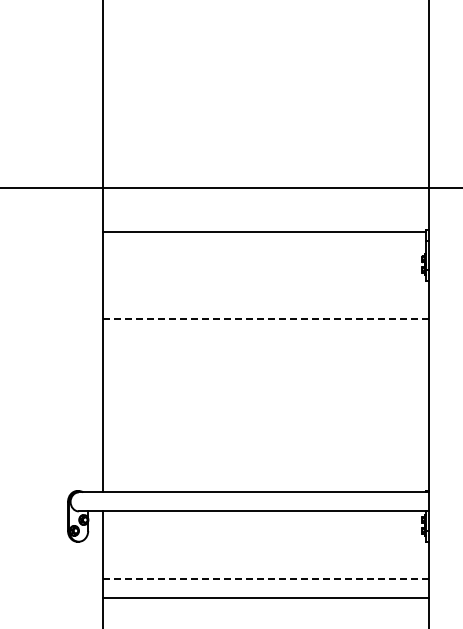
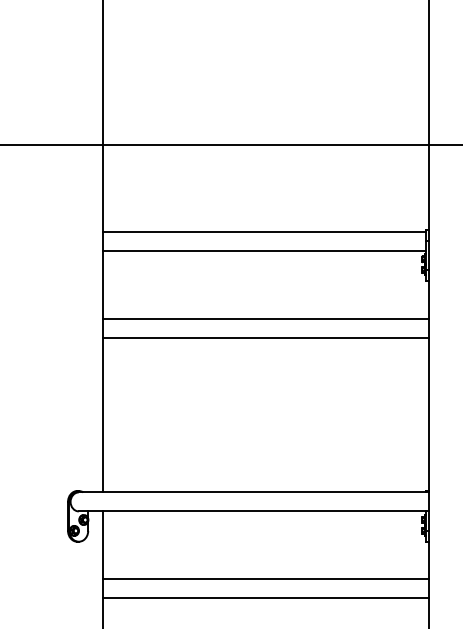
line at (230, 187) position: (230, 187) -> (230, 144)
line at (264, 250): none -> present
line at (265, 318): dashed -> solid
line at (265, 337): none -> present
line at (265, 579): dashed -> solid
